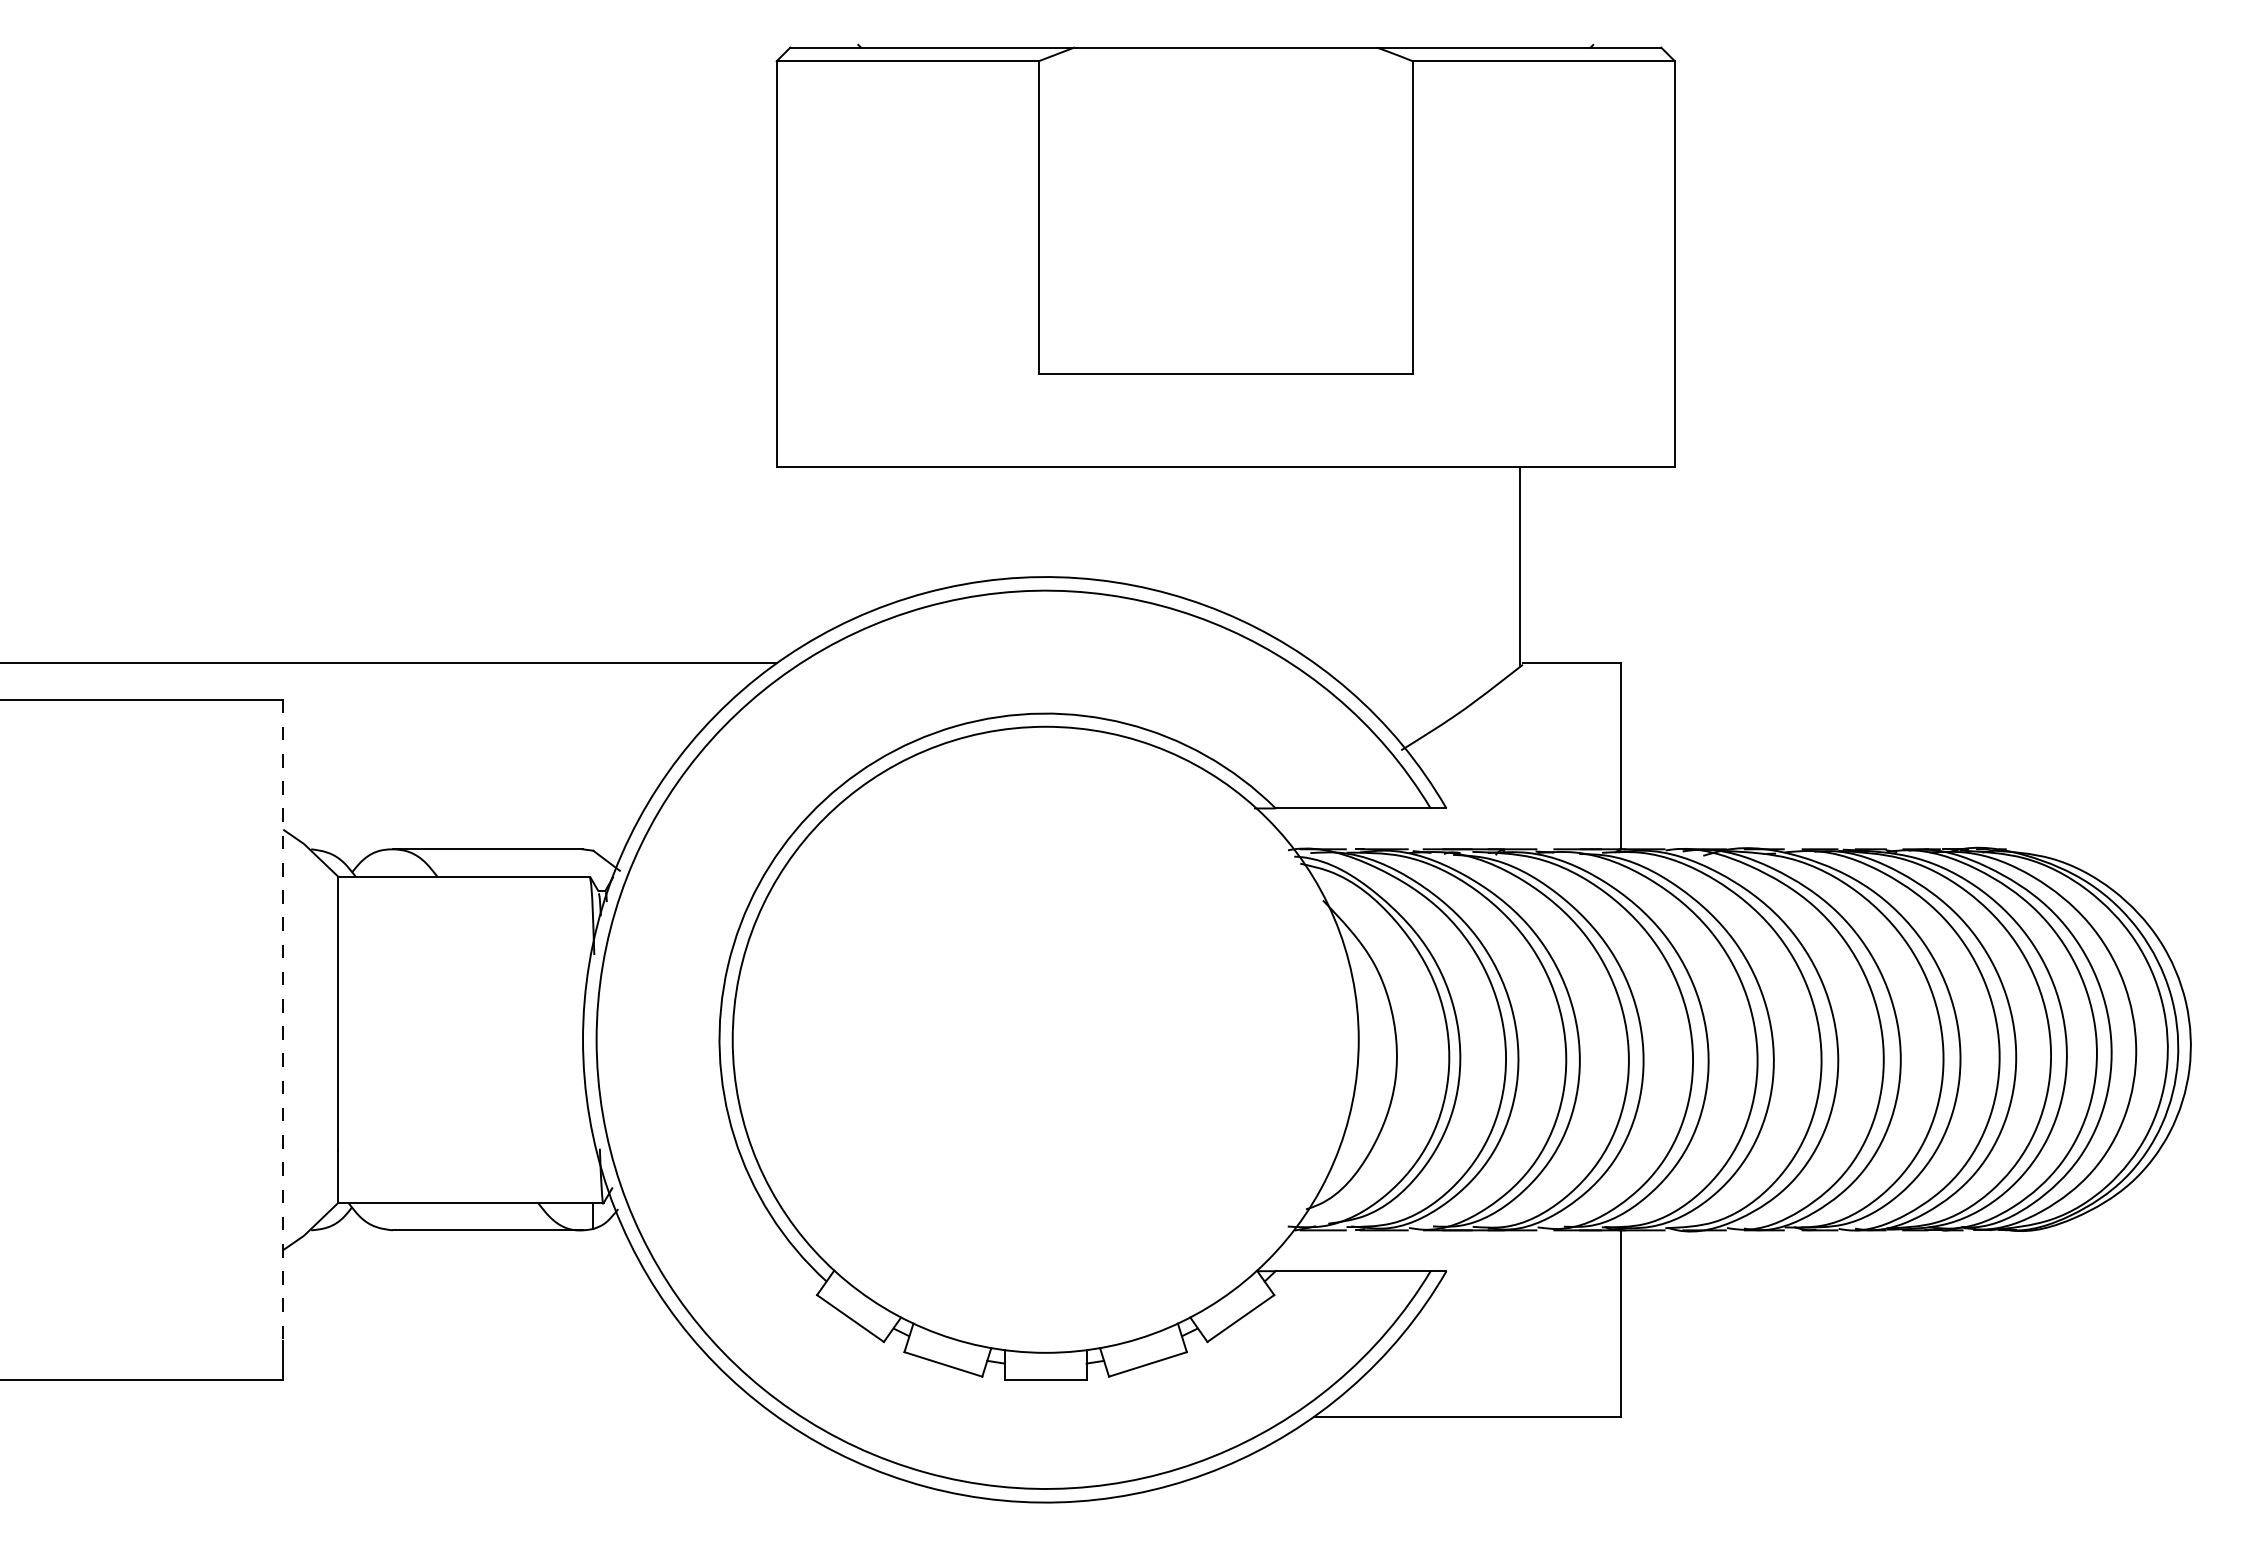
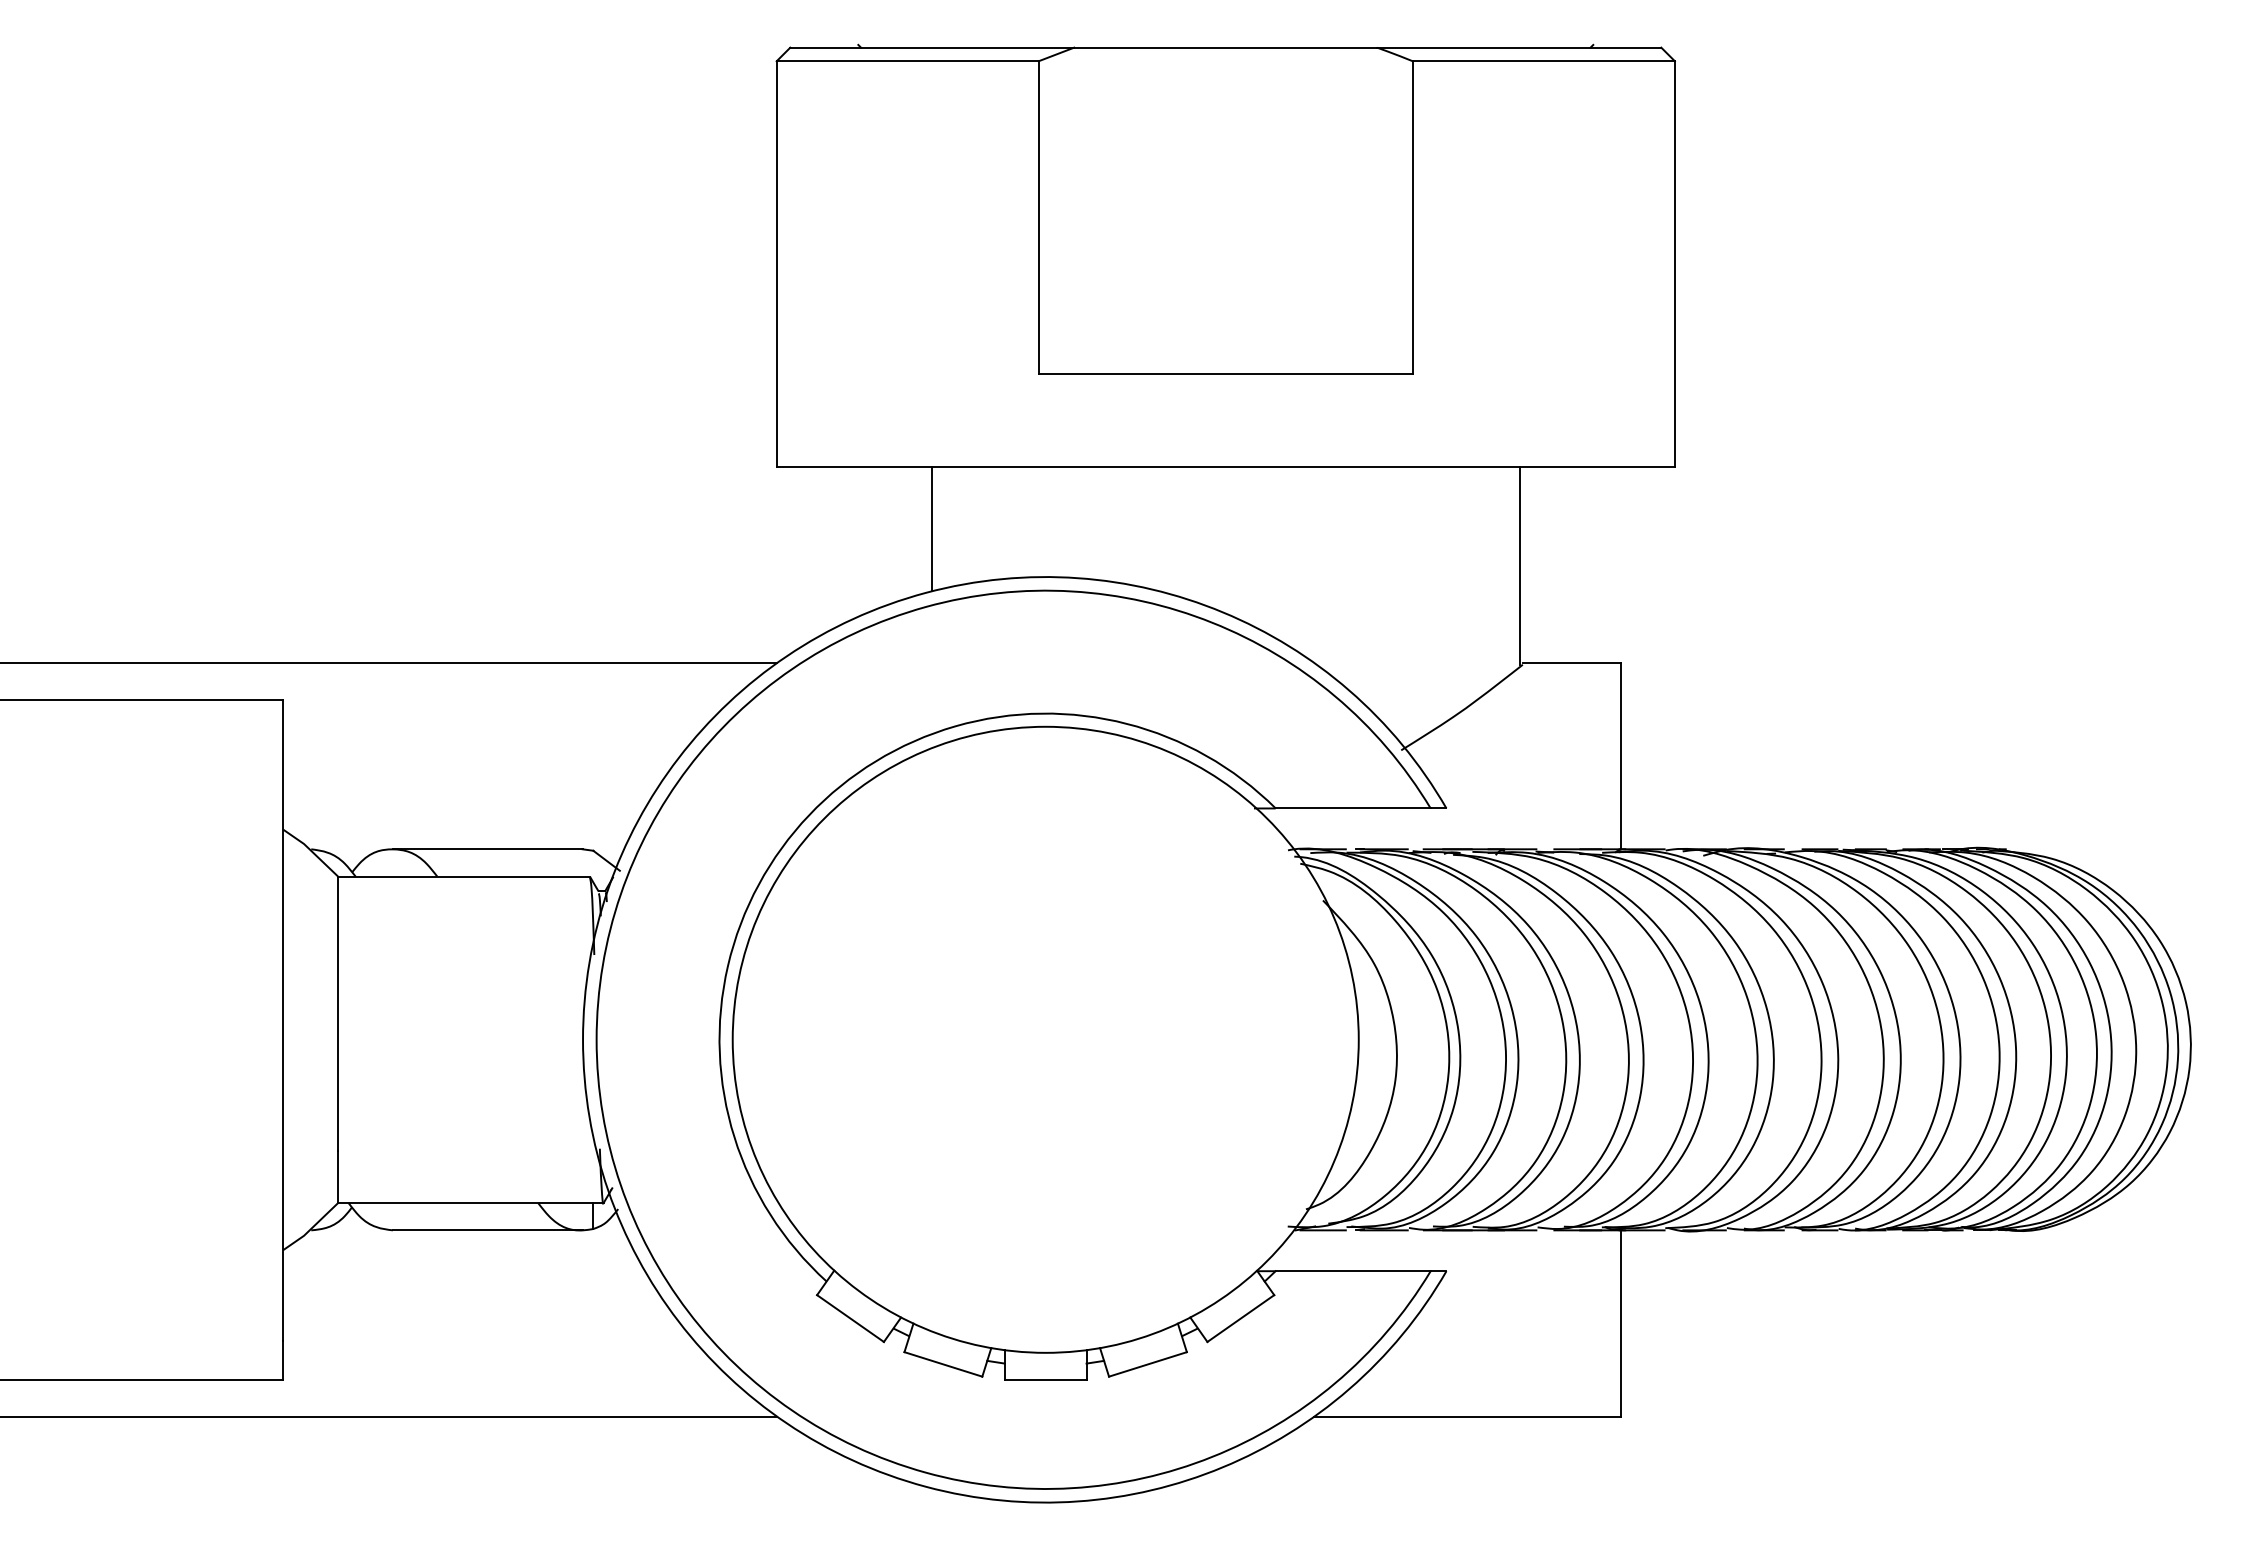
line at (931, 528): none -> present
line at (283, 1020): dashed -> solid
line at (389, 1416): none -> present
